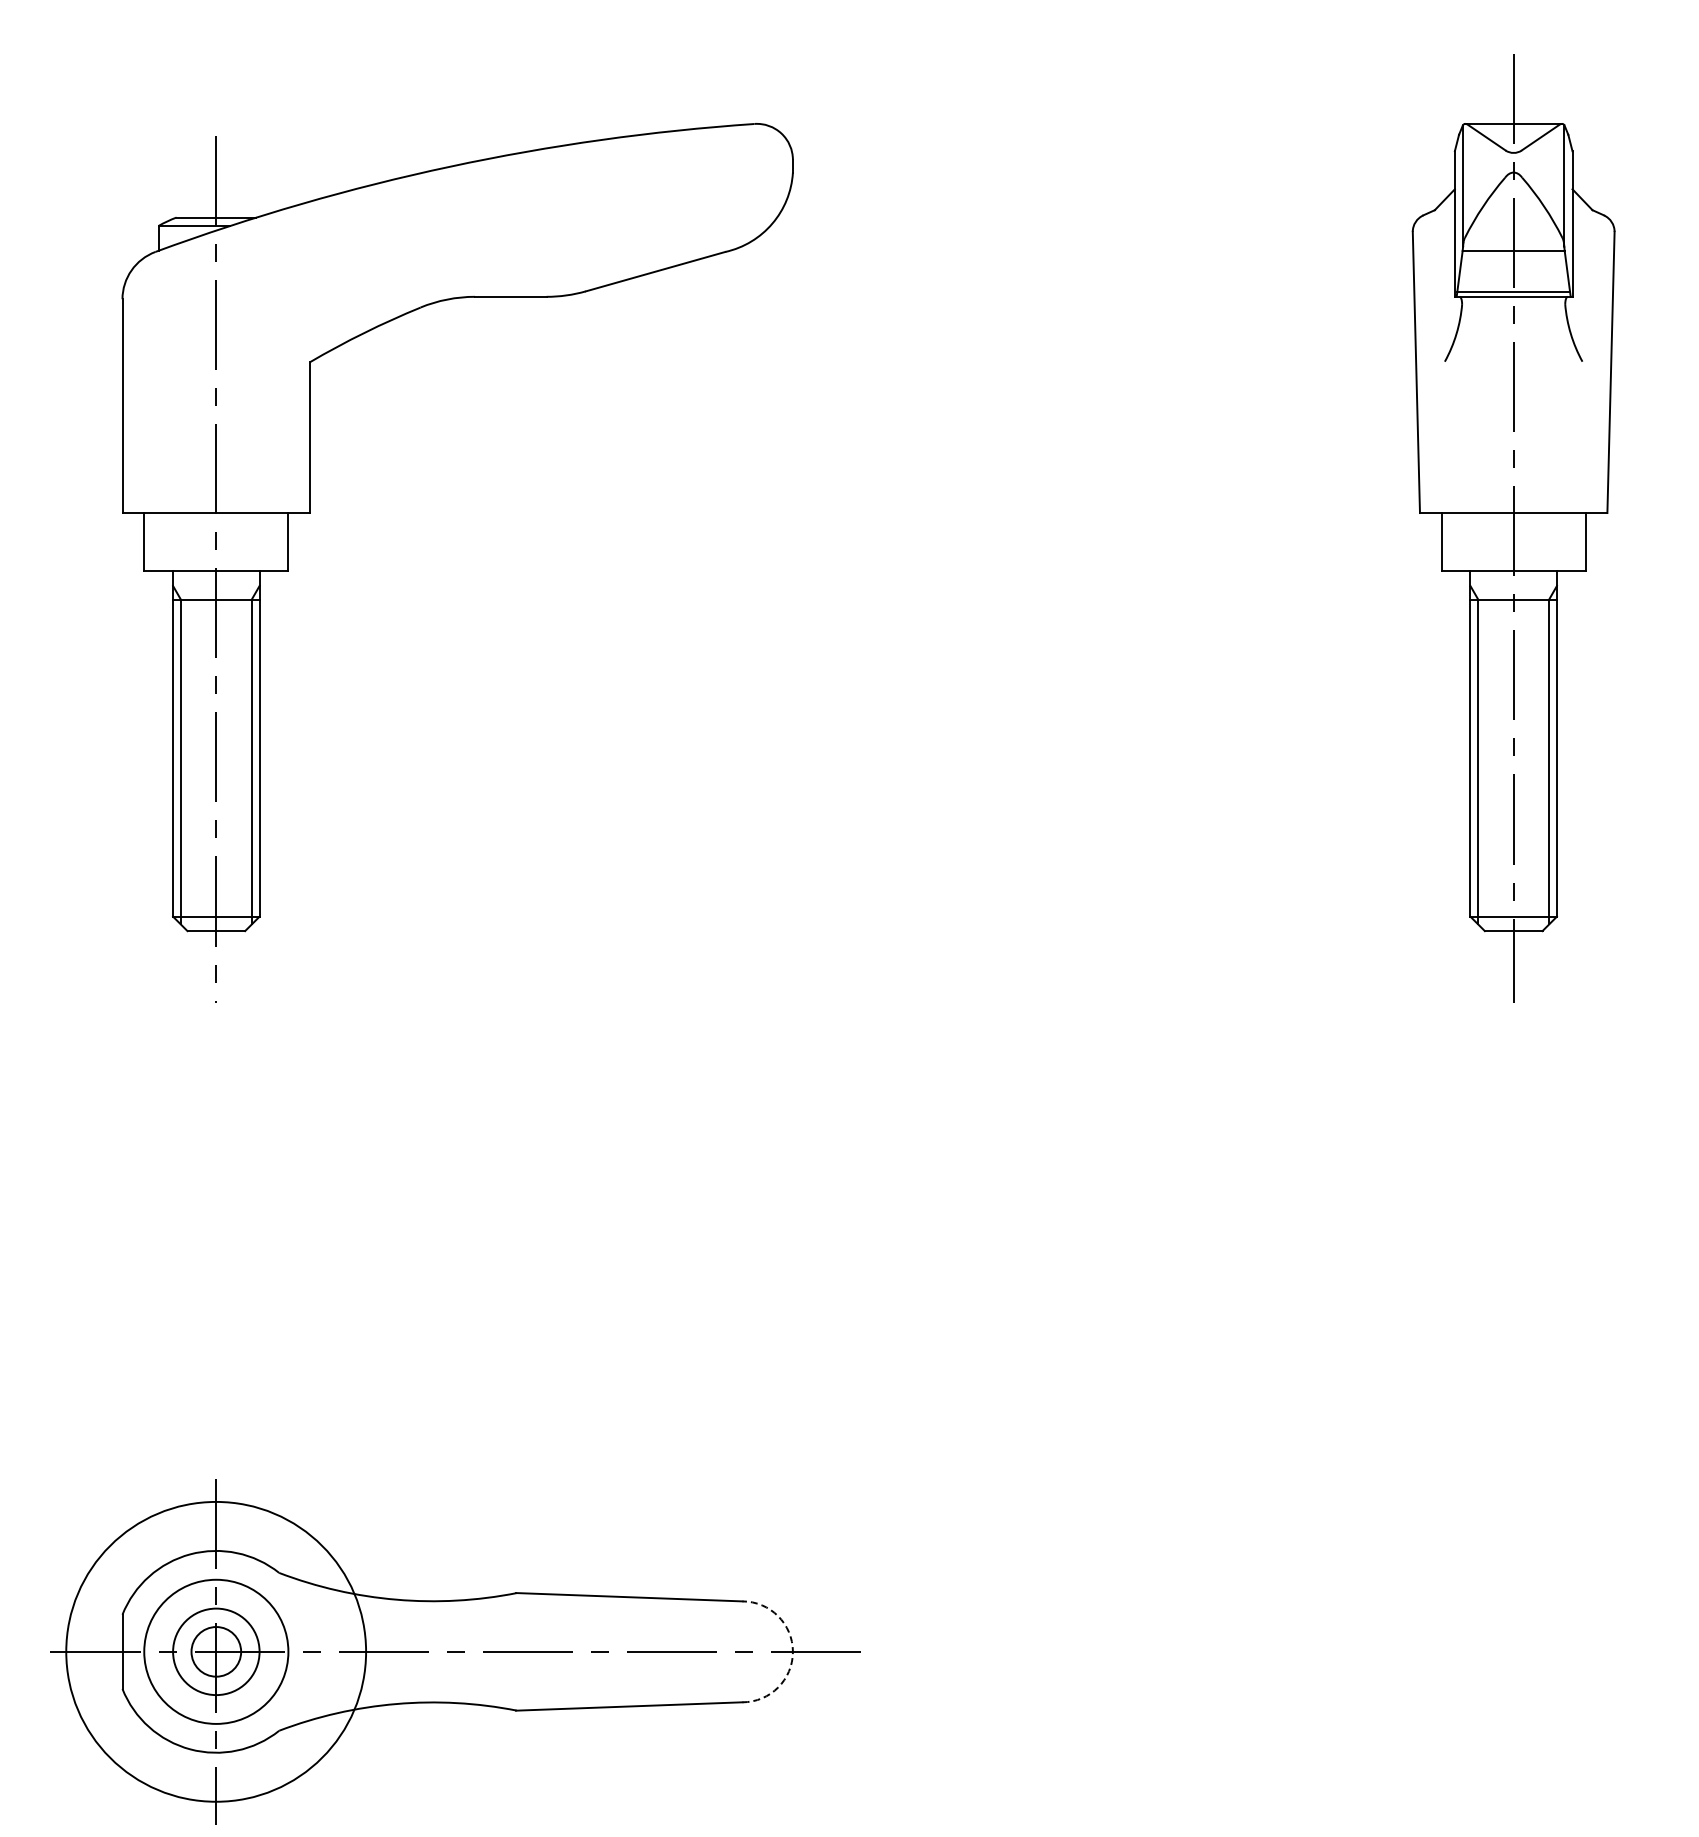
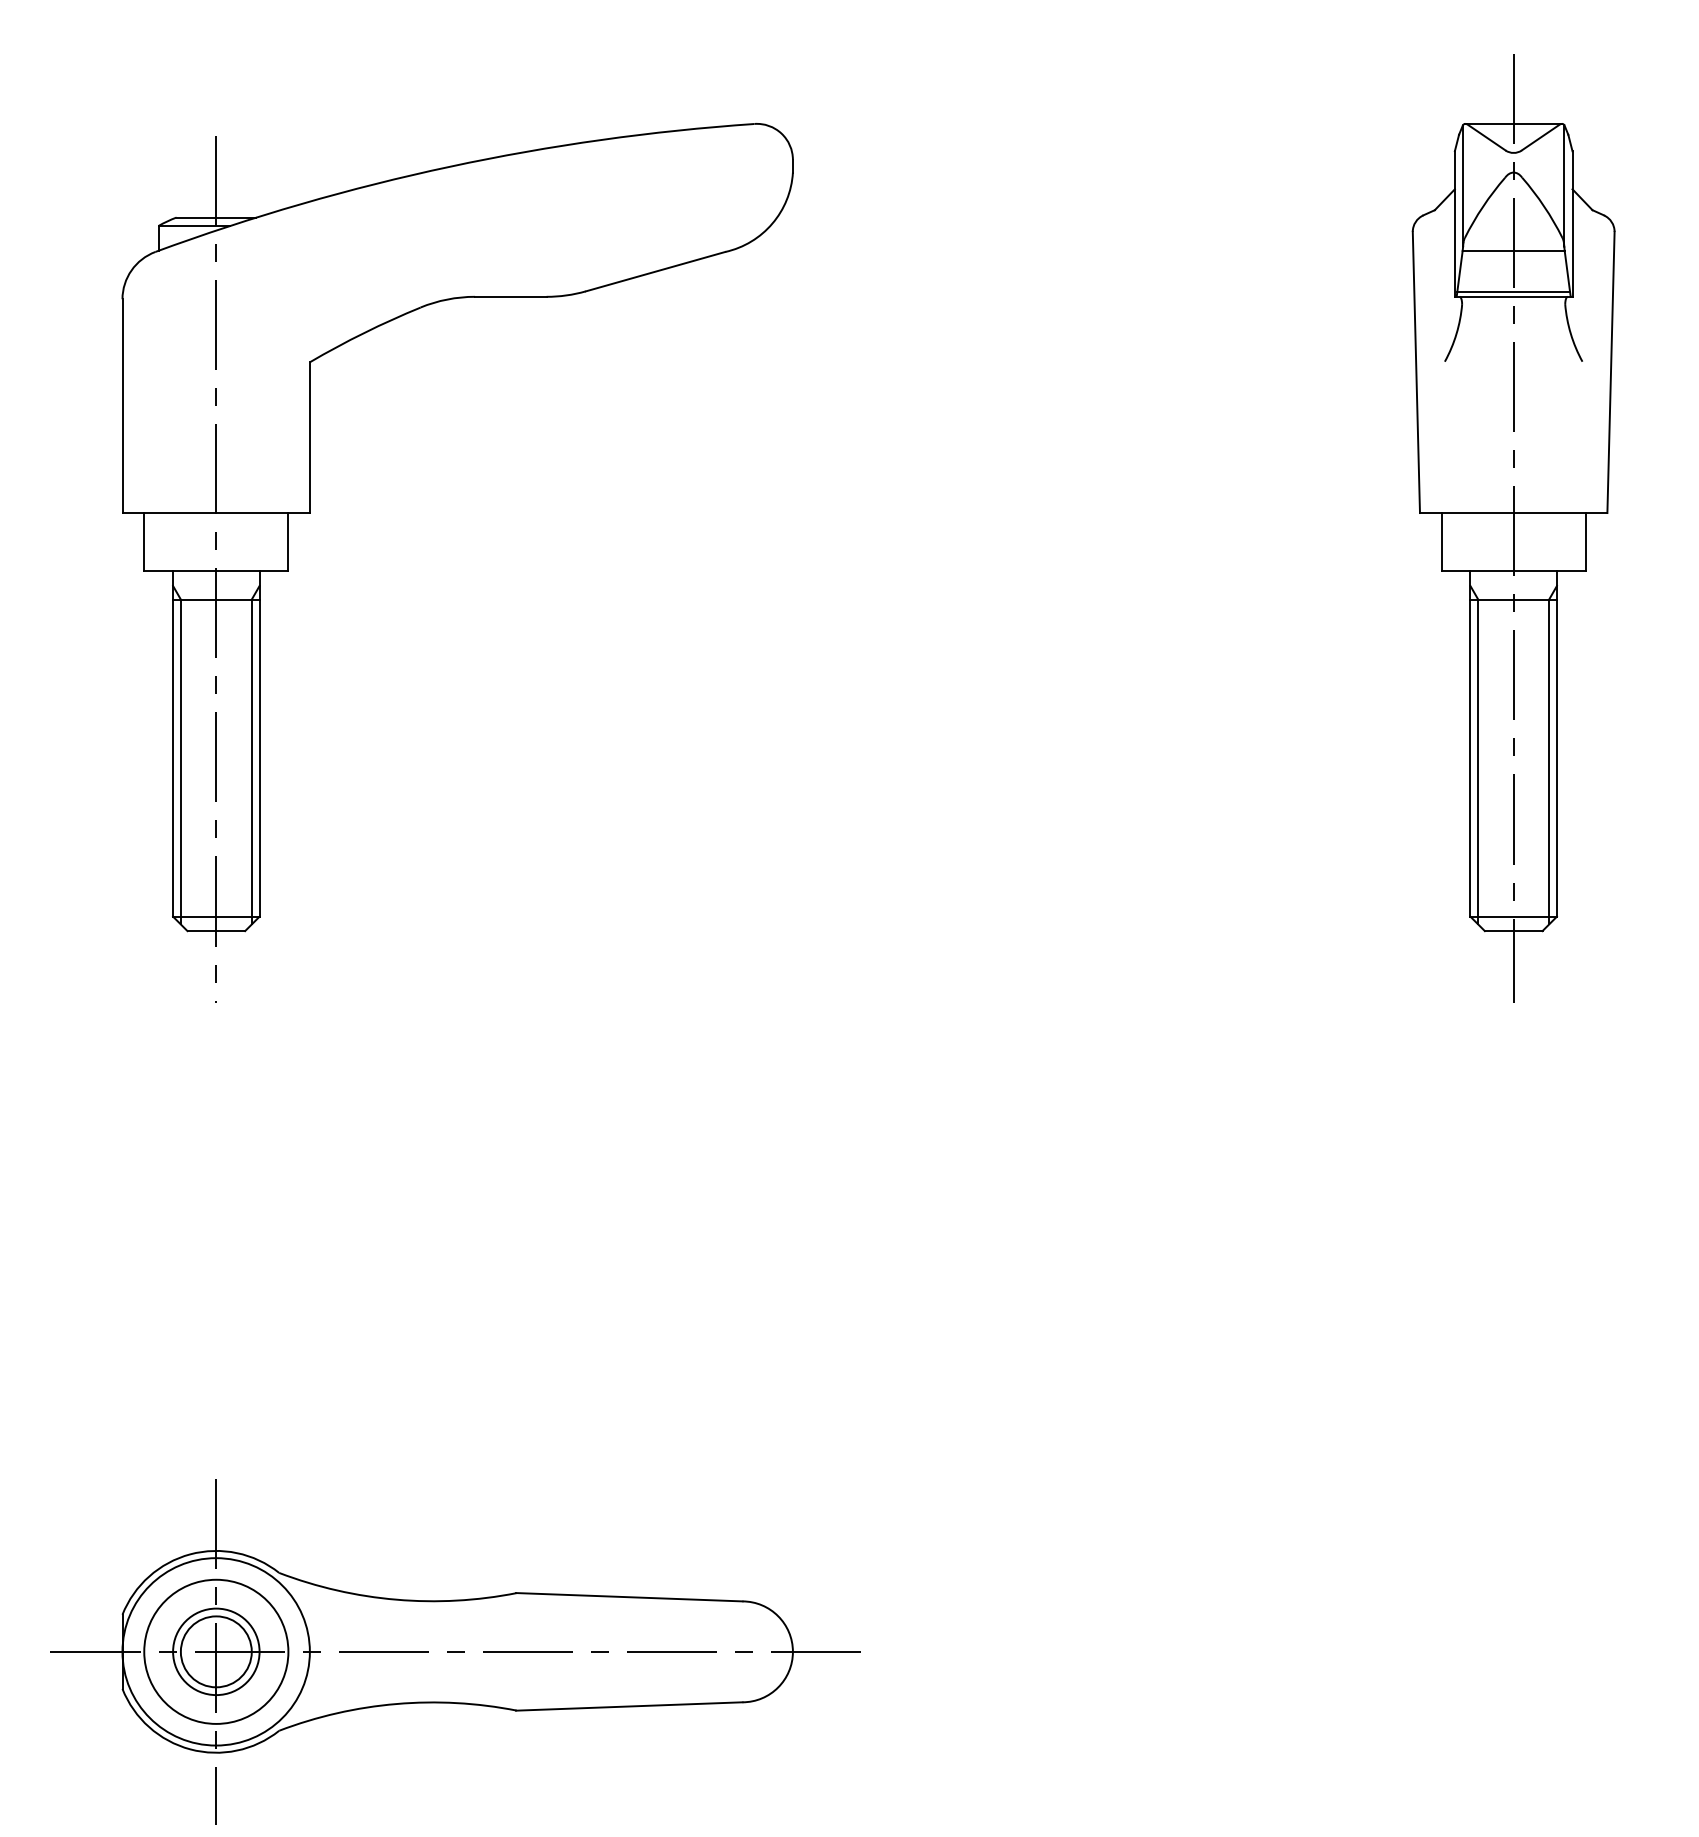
circle at (216, 1651) diameter: 300 px -> 187 px
circle at (216, 1651) diameter: 50 px -> 71 px
arc at (792, 1651): dashed -> solid
